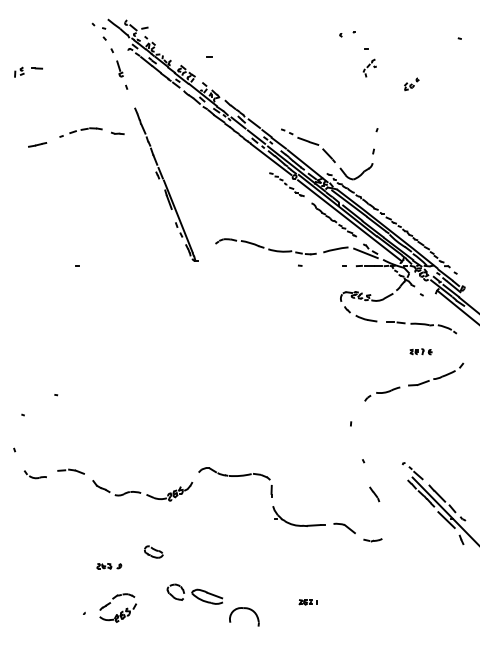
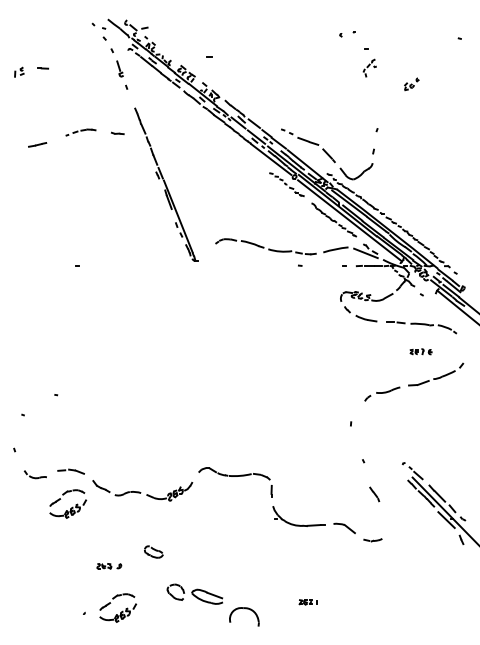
part at (36, 68) position: (36, 68) -> (42, 68)
part at (80, 132) size: 44x11 px -> 32x9 px
part at (68, 503): none -> present
